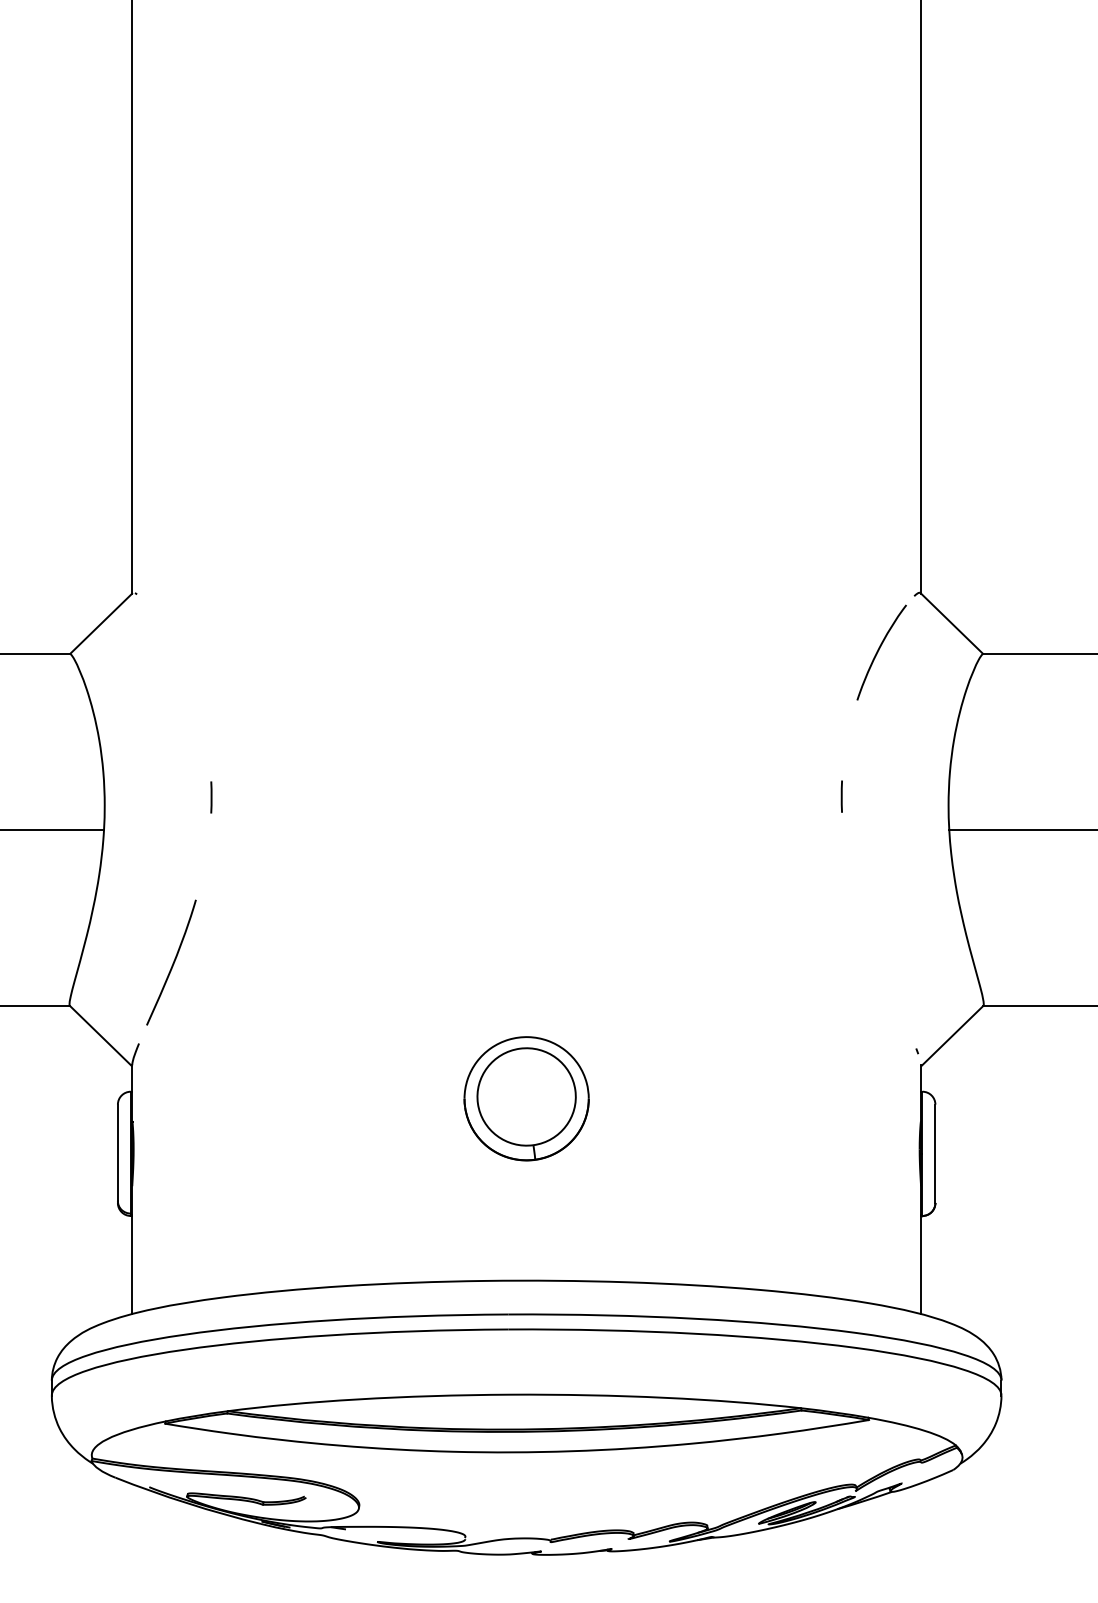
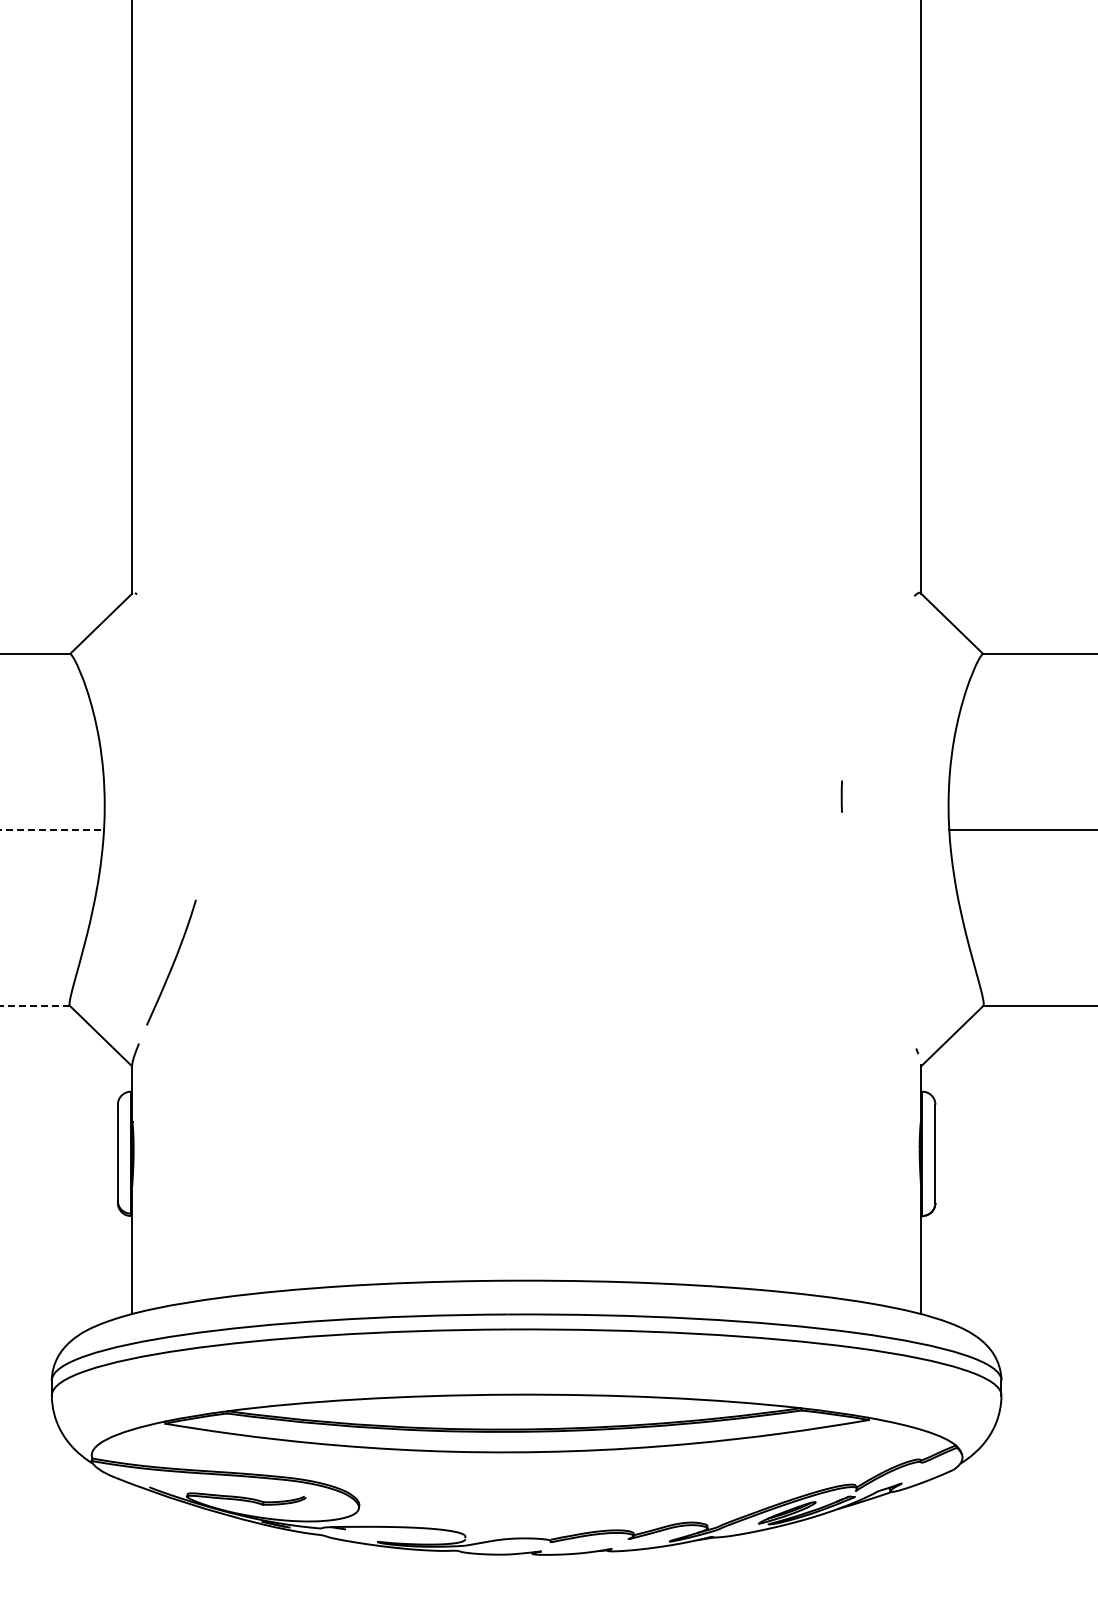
curve at (879, 650): present -> none
line at (211, 797): present -> none
line at (52, 830): solid -> dashed
line at (34, 1005): solid -> dashed
part at (526, 1098): present -> none
